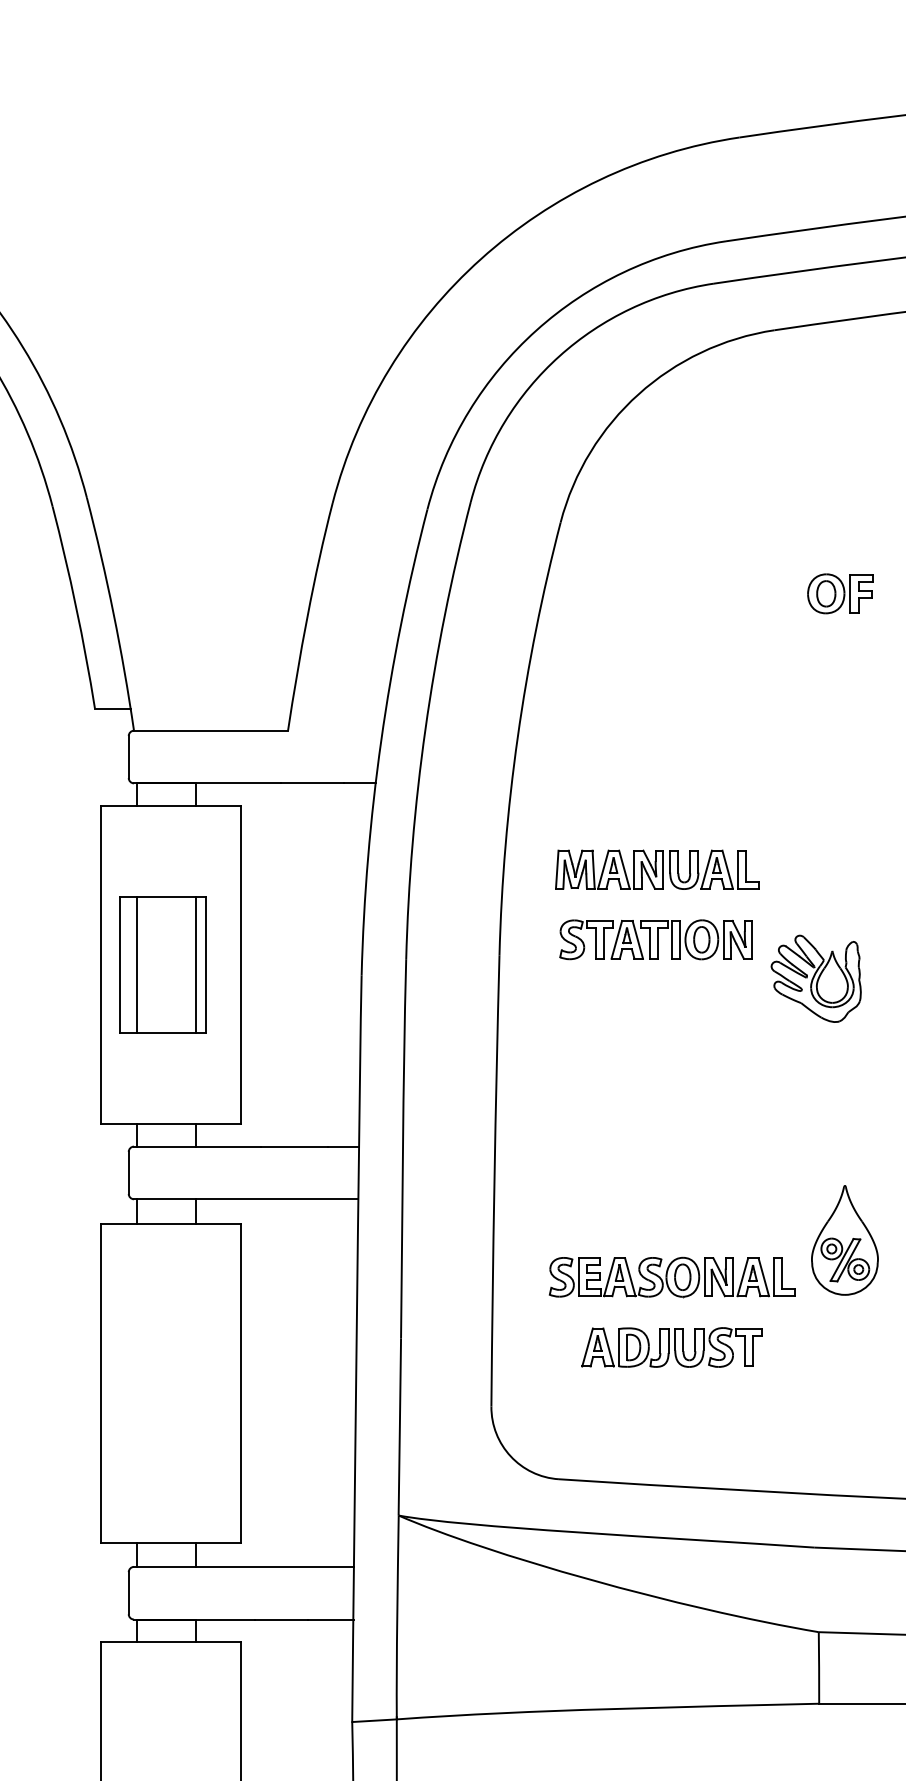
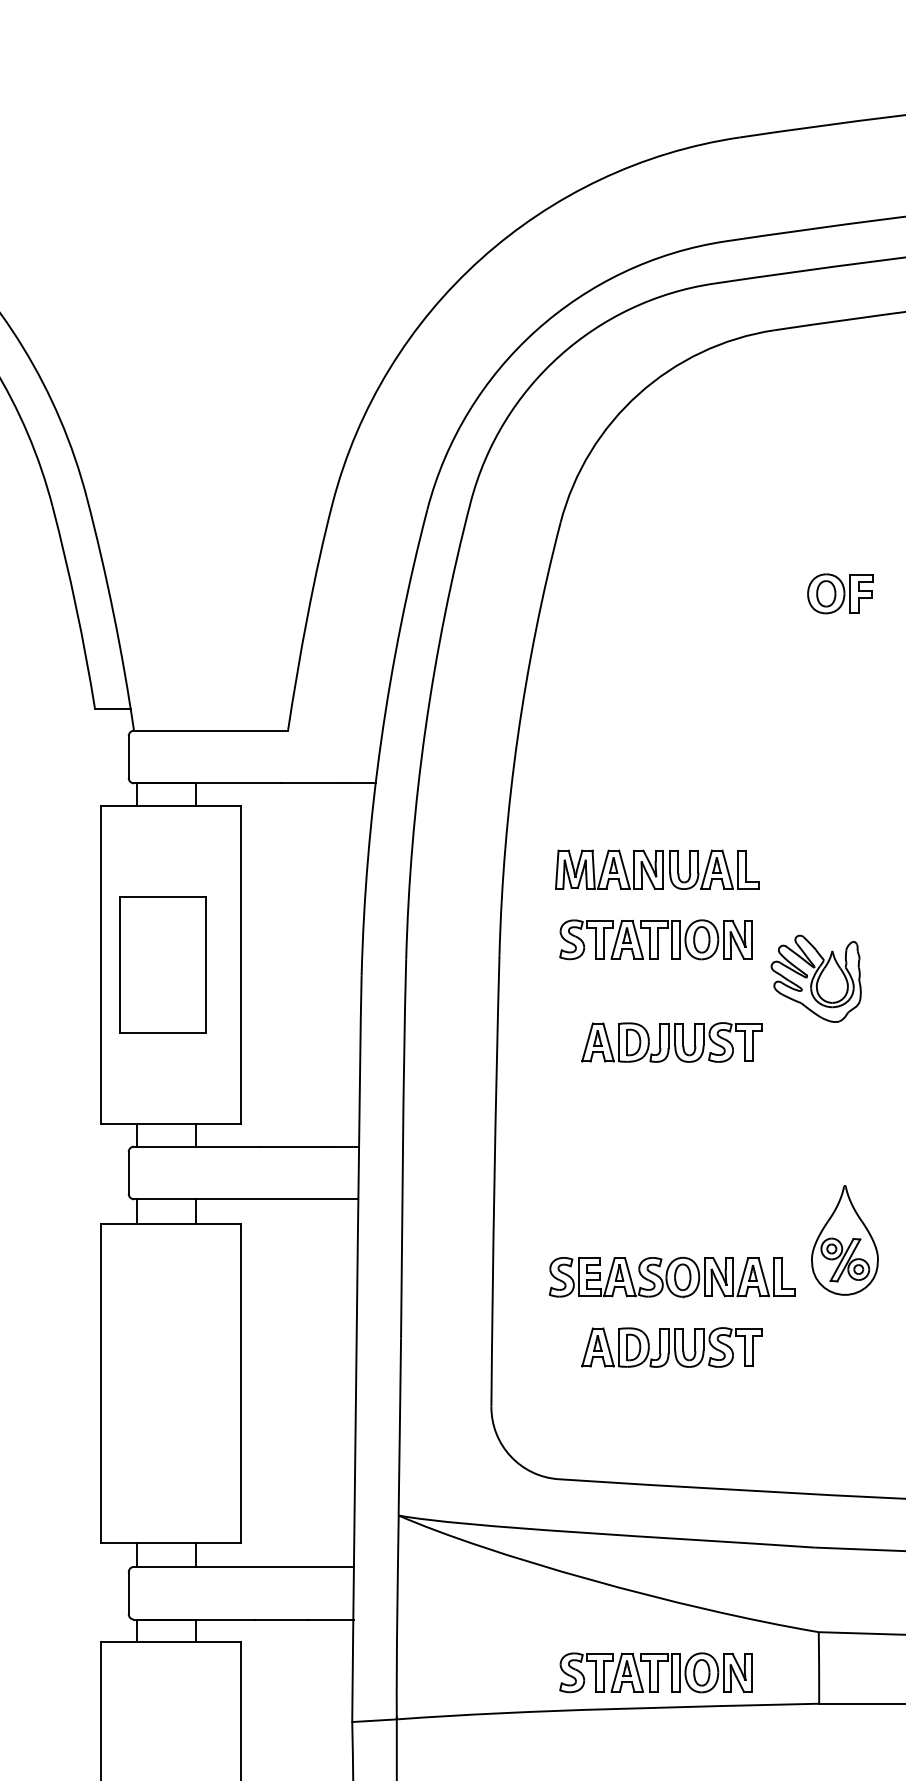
line at (136, 964): present -> none
line at (196, 964): present -> none
part at (671, 1042): none -> present
part at (655, 1672): none -> present
